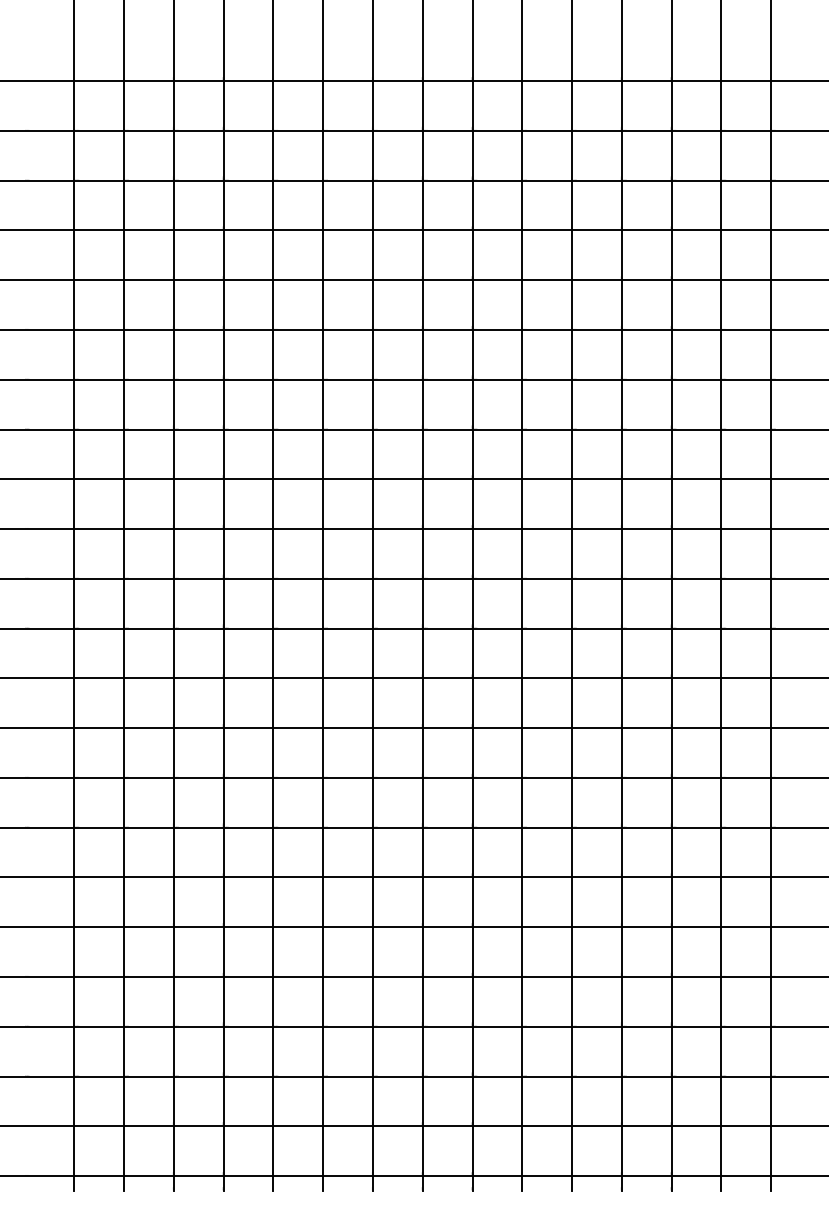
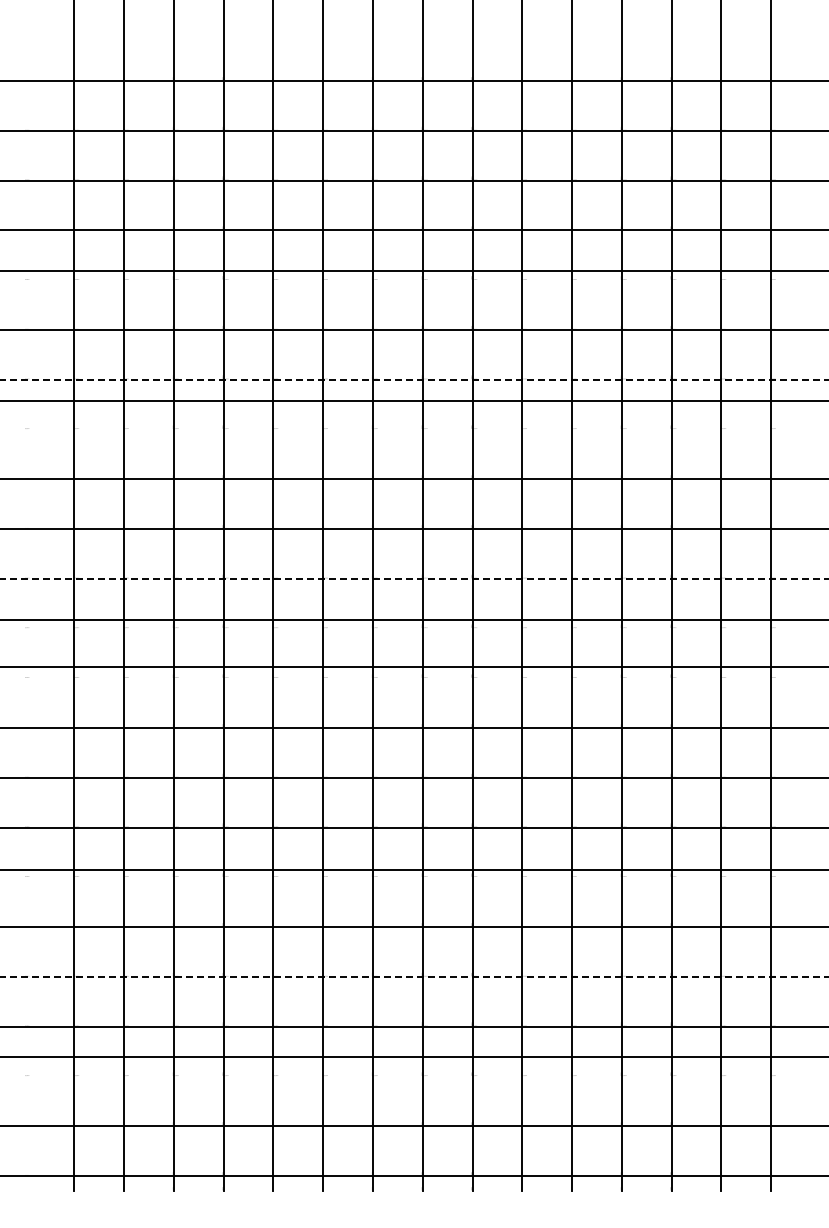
line at (413, 280) position: (413, 280) -> (413, 271)
line at (414, 379): solid -> dashed
line at (413, 429) position: (413, 429) -> (413, 400)
line at (414, 578): solid -> dashed
line at (413, 628) position: (413, 628) -> (413, 619)
line at (413, 678) position: (413, 678) -> (413, 667)
line at (413, 877) position: (413, 877) -> (413, 870)
line at (414, 977): solid -> dashed
line at (413, 1076) position: (413, 1076) -> (413, 1056)
